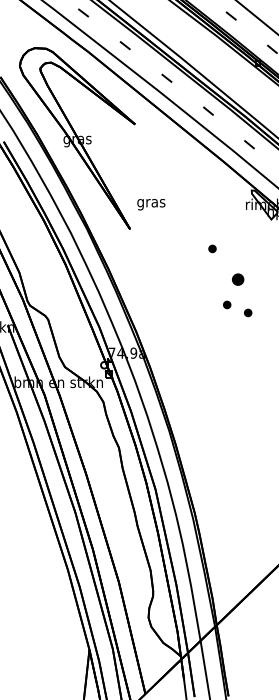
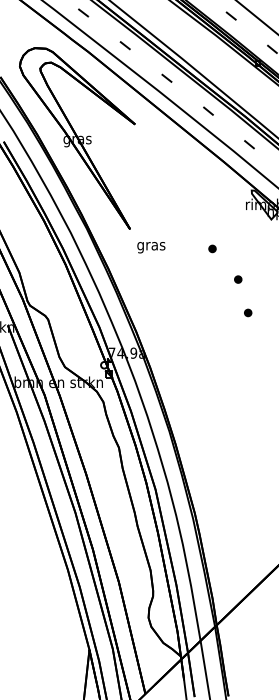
text at (151, 204) position: (151, 204) -> (151, 247)
part at (238, 279) size: 13x13 px -> 9x9 px
part at (227, 304): present -> none
